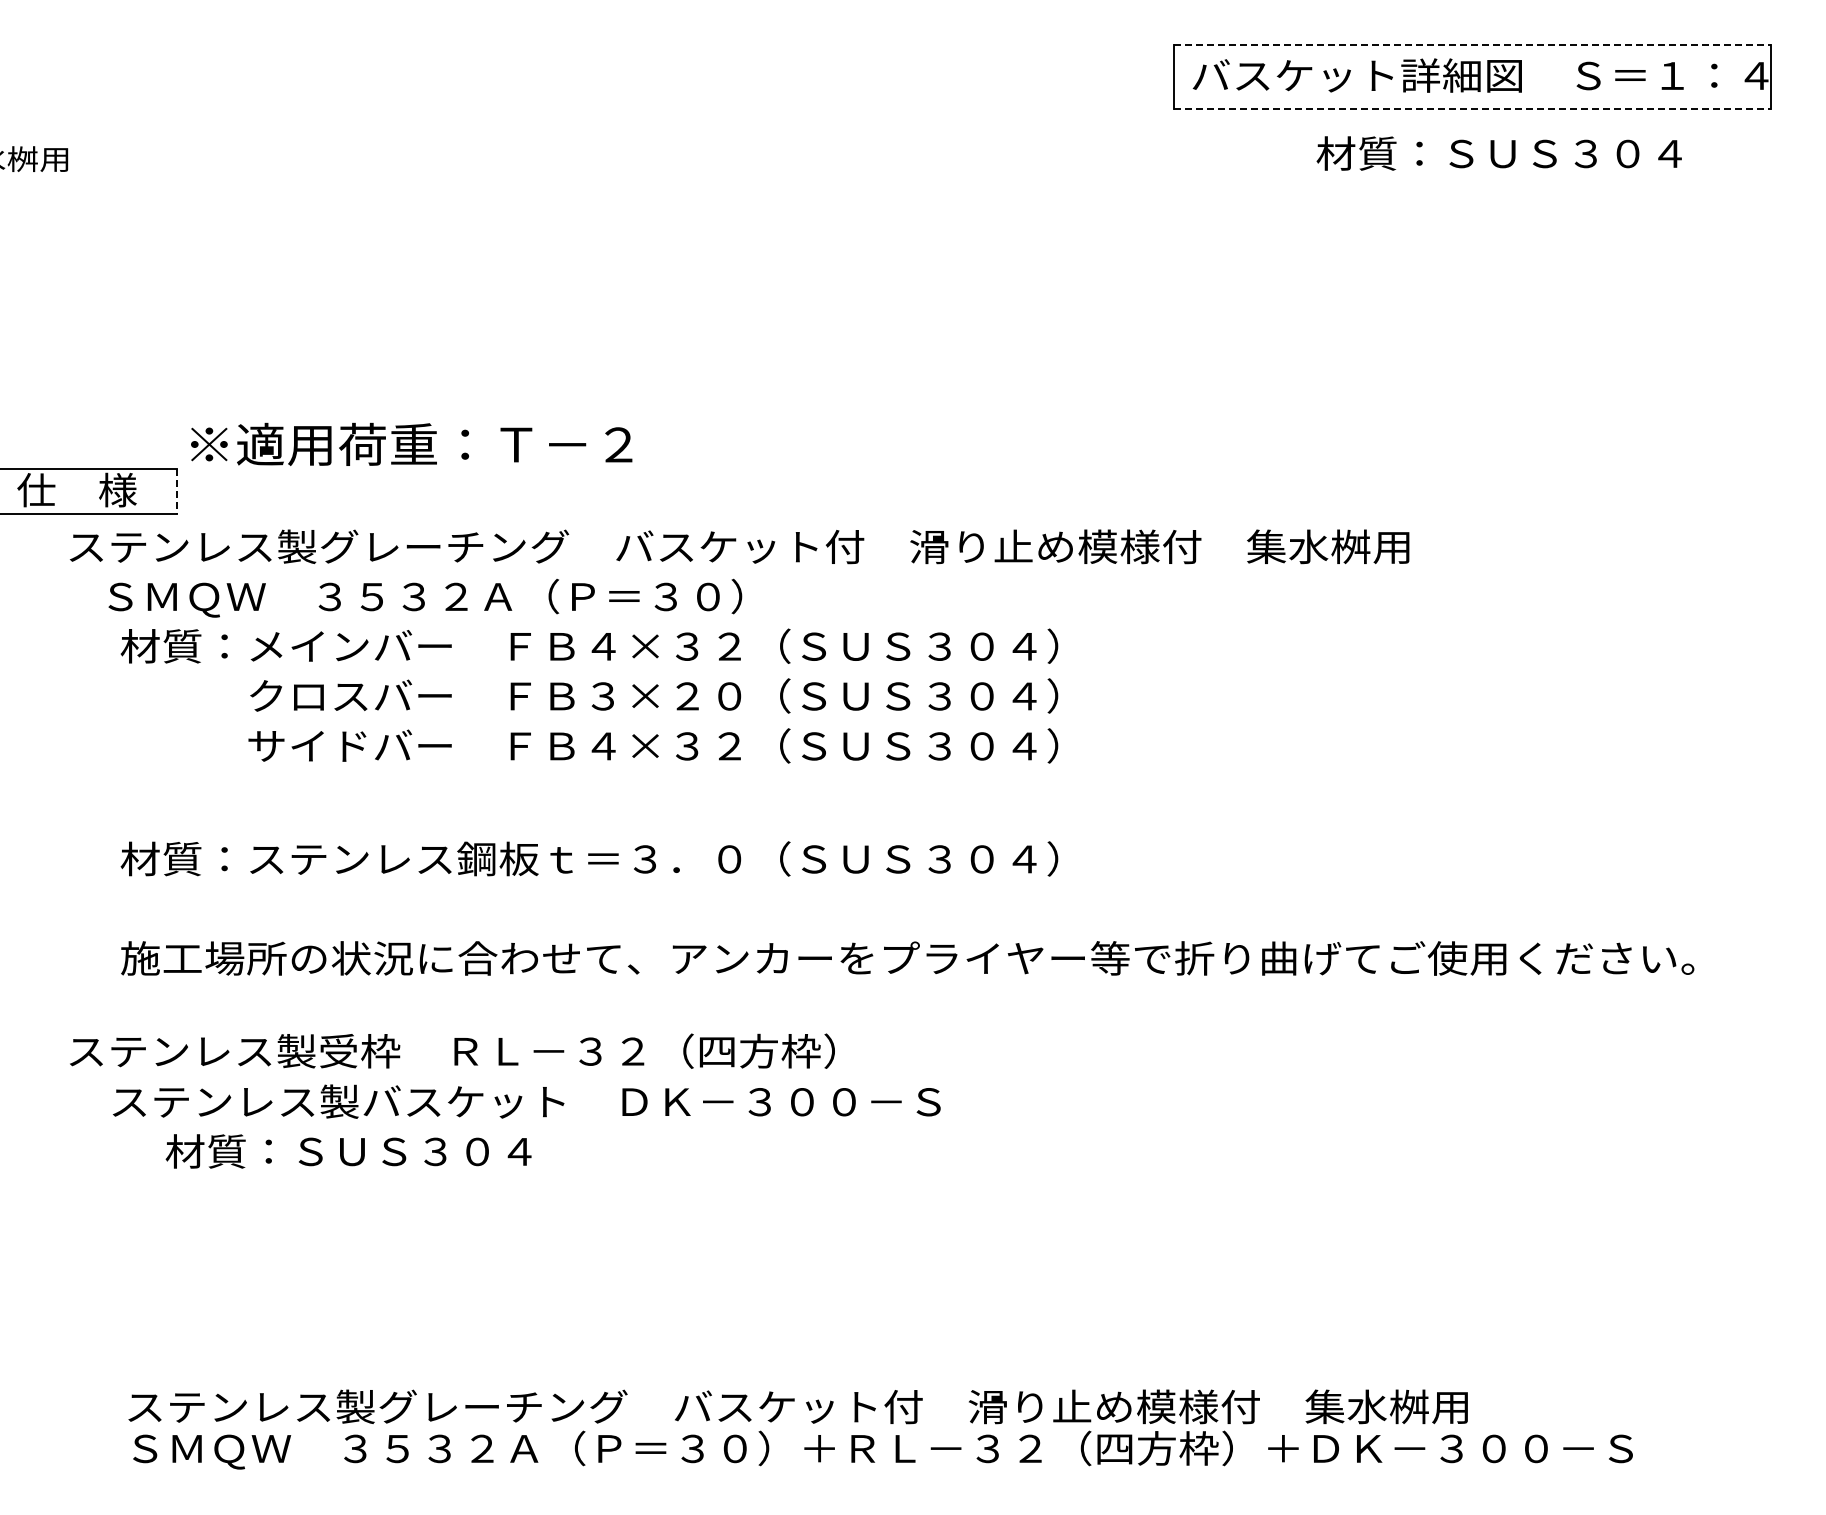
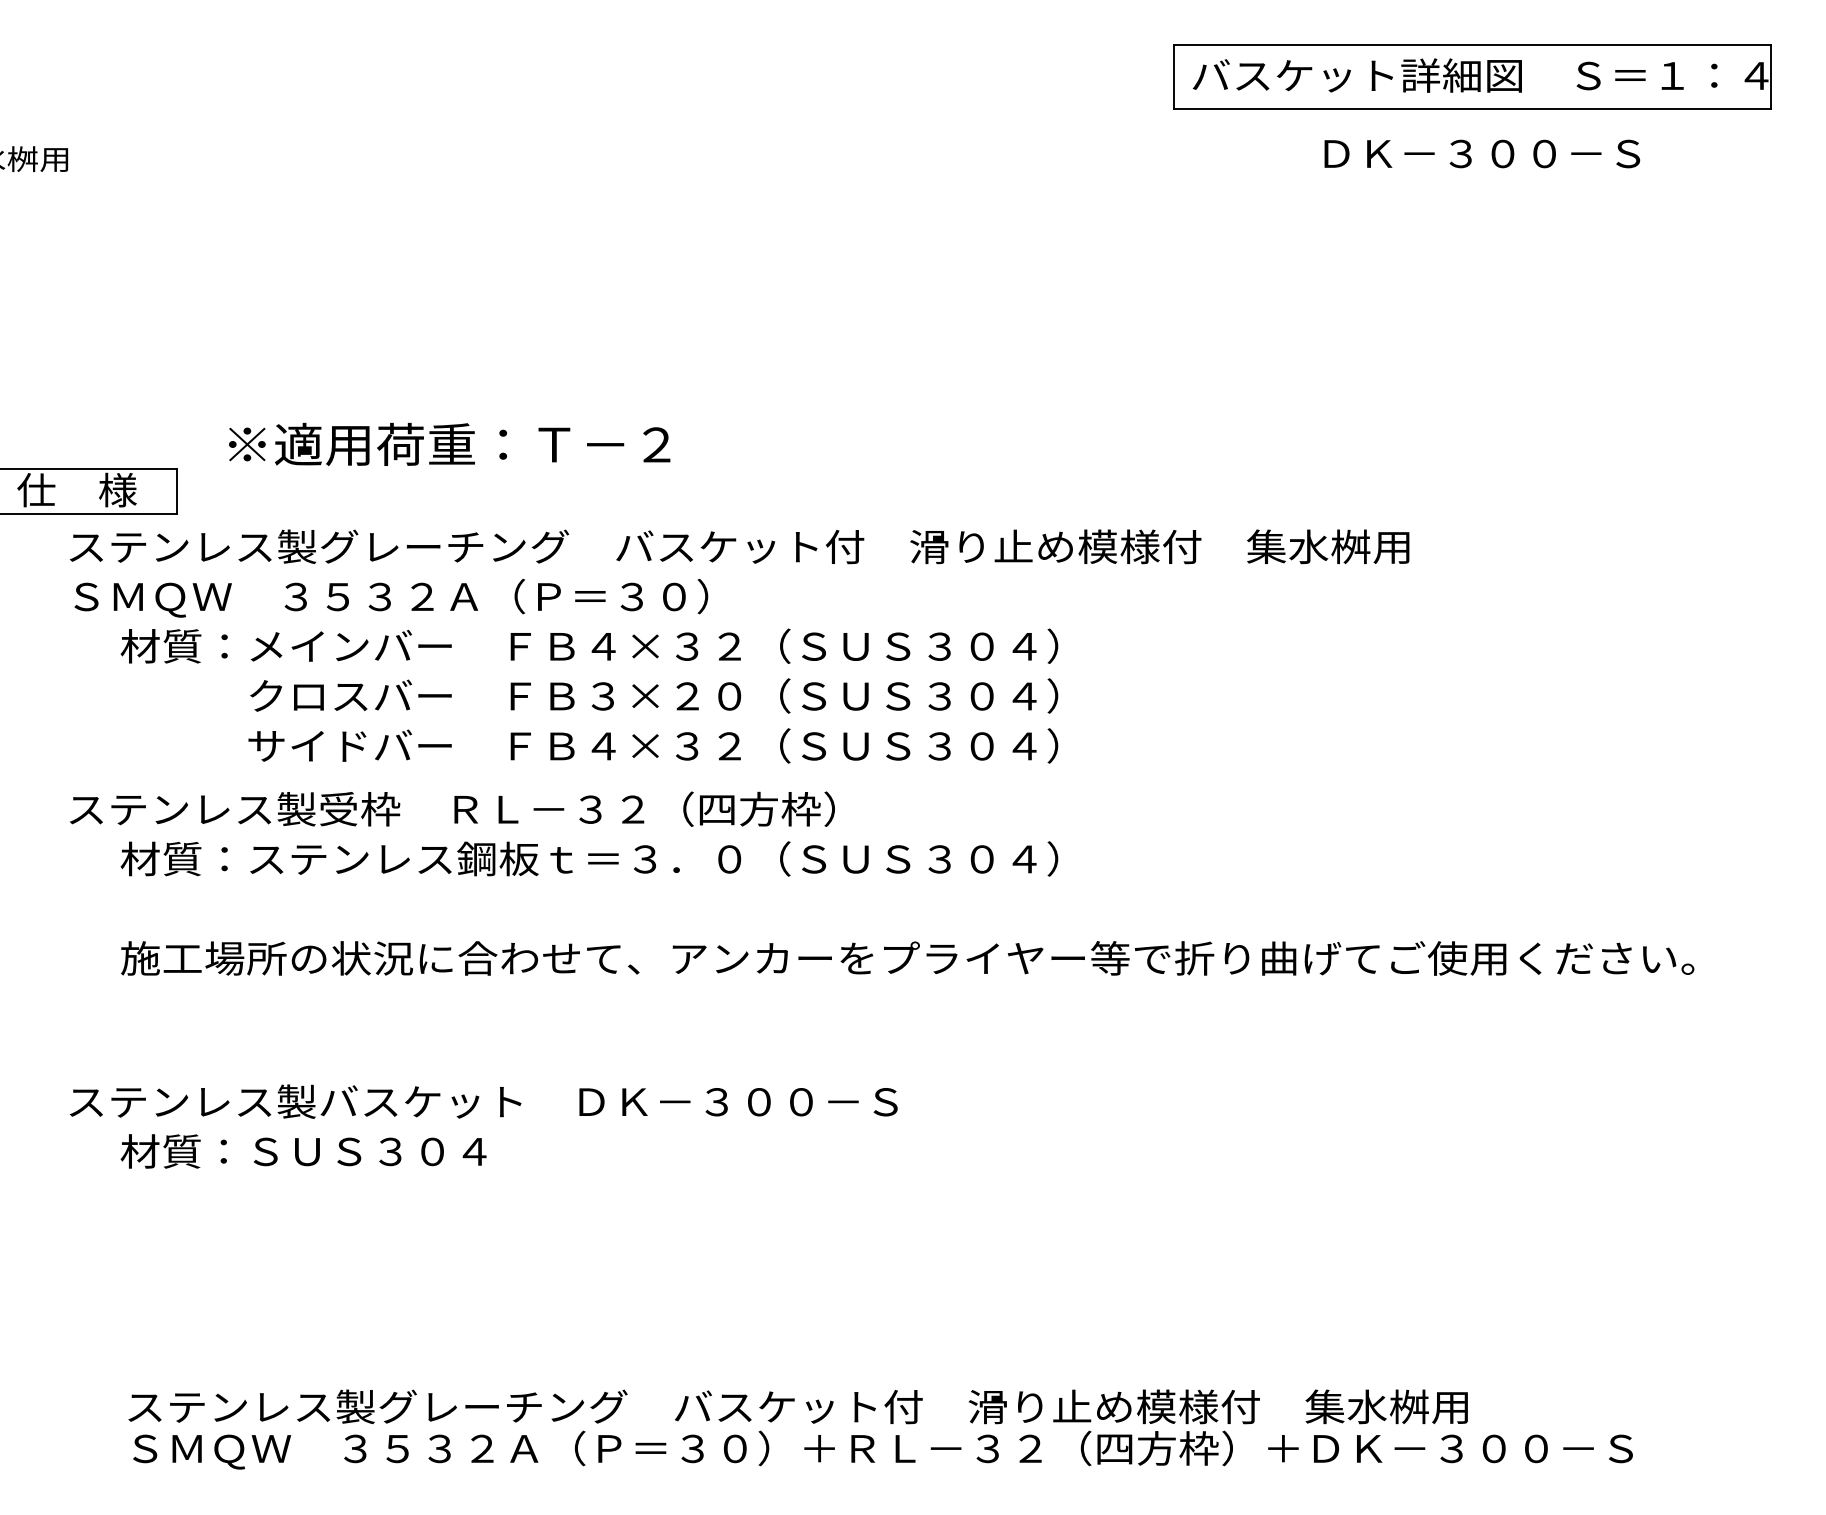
line at (1472, 45): dashed -> solid
line at (1472, 108): dashed -> solid
text at (1498, 153): 材質：ＳＵＳ３０４ -> ＤＫ－３００－Ｓ
text at (411, 443) position: (411, 443) -> (449, 443)
line at (176, 491): dashed -> solid
text at (425, 597) position: (425, 597) -> (391, 597)
text at (452, 1050) position: (452, 1050) -> (452, 808)
text at (526, 1101) position: (526, 1101) -> (483, 1101)
text at (348, 1151) position: (348, 1151) -> (303, 1151)
